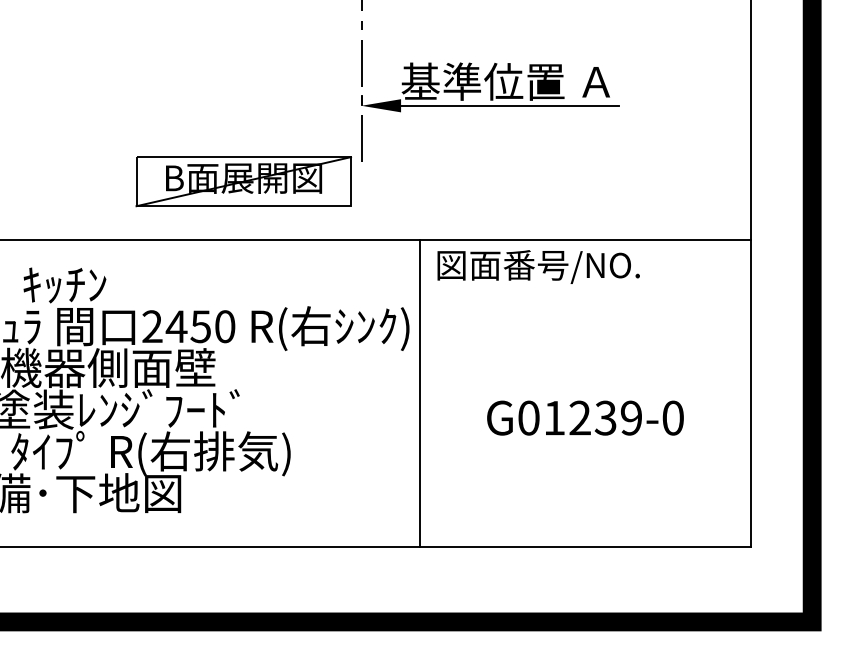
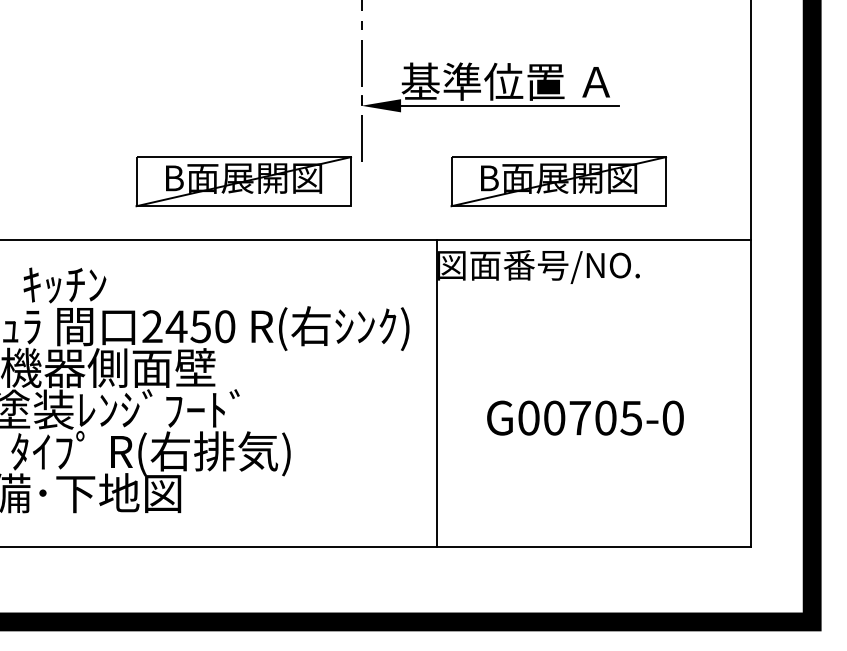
part at (558, 181): none -> present
line at (419, 393) position: (419, 393) -> (436, 393)
text at (592, 417): G01239-0 -> G00705-0
